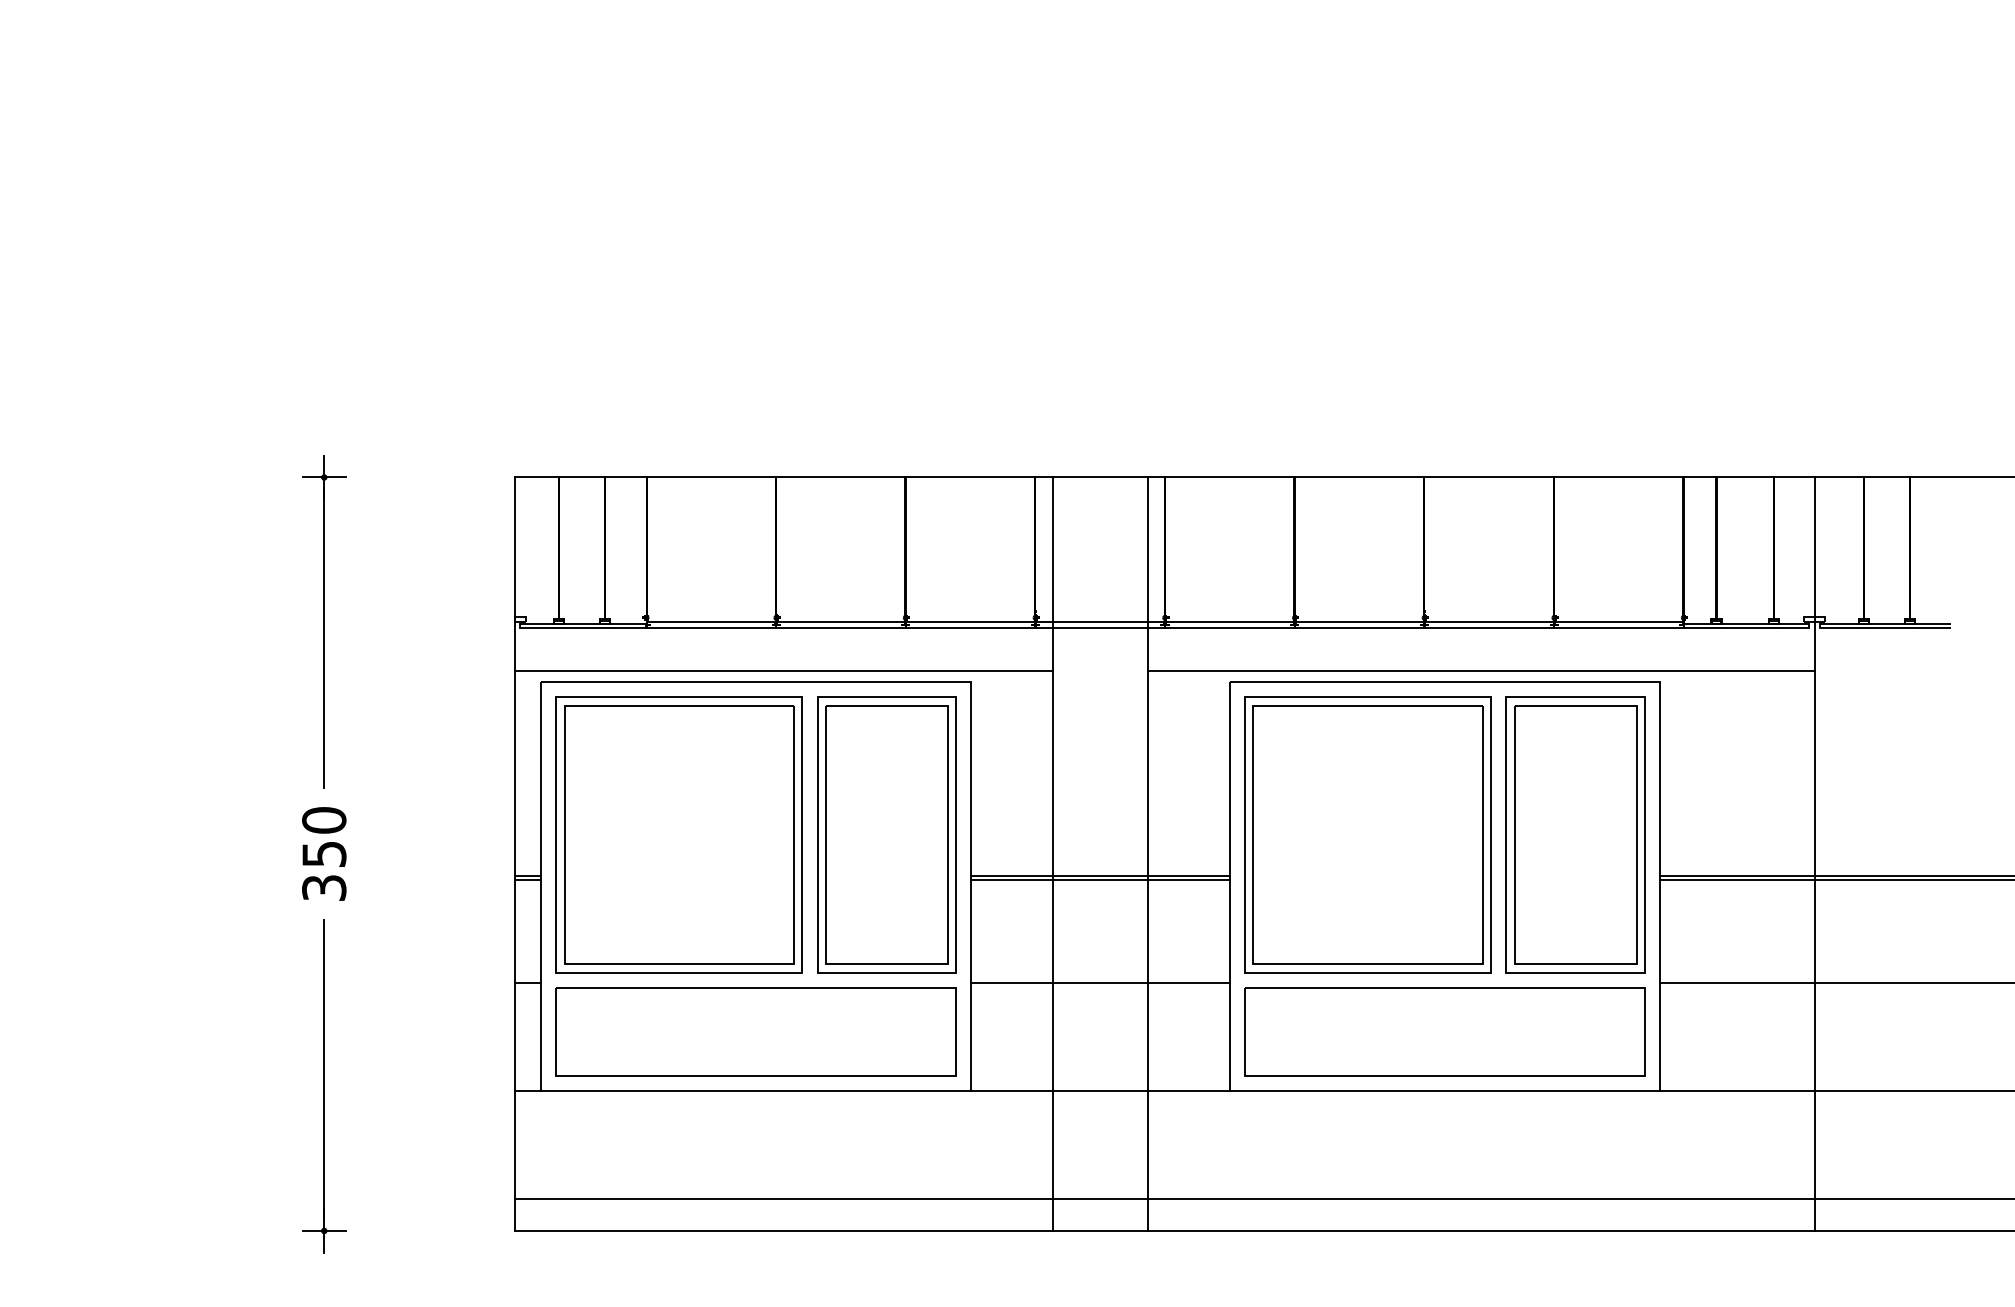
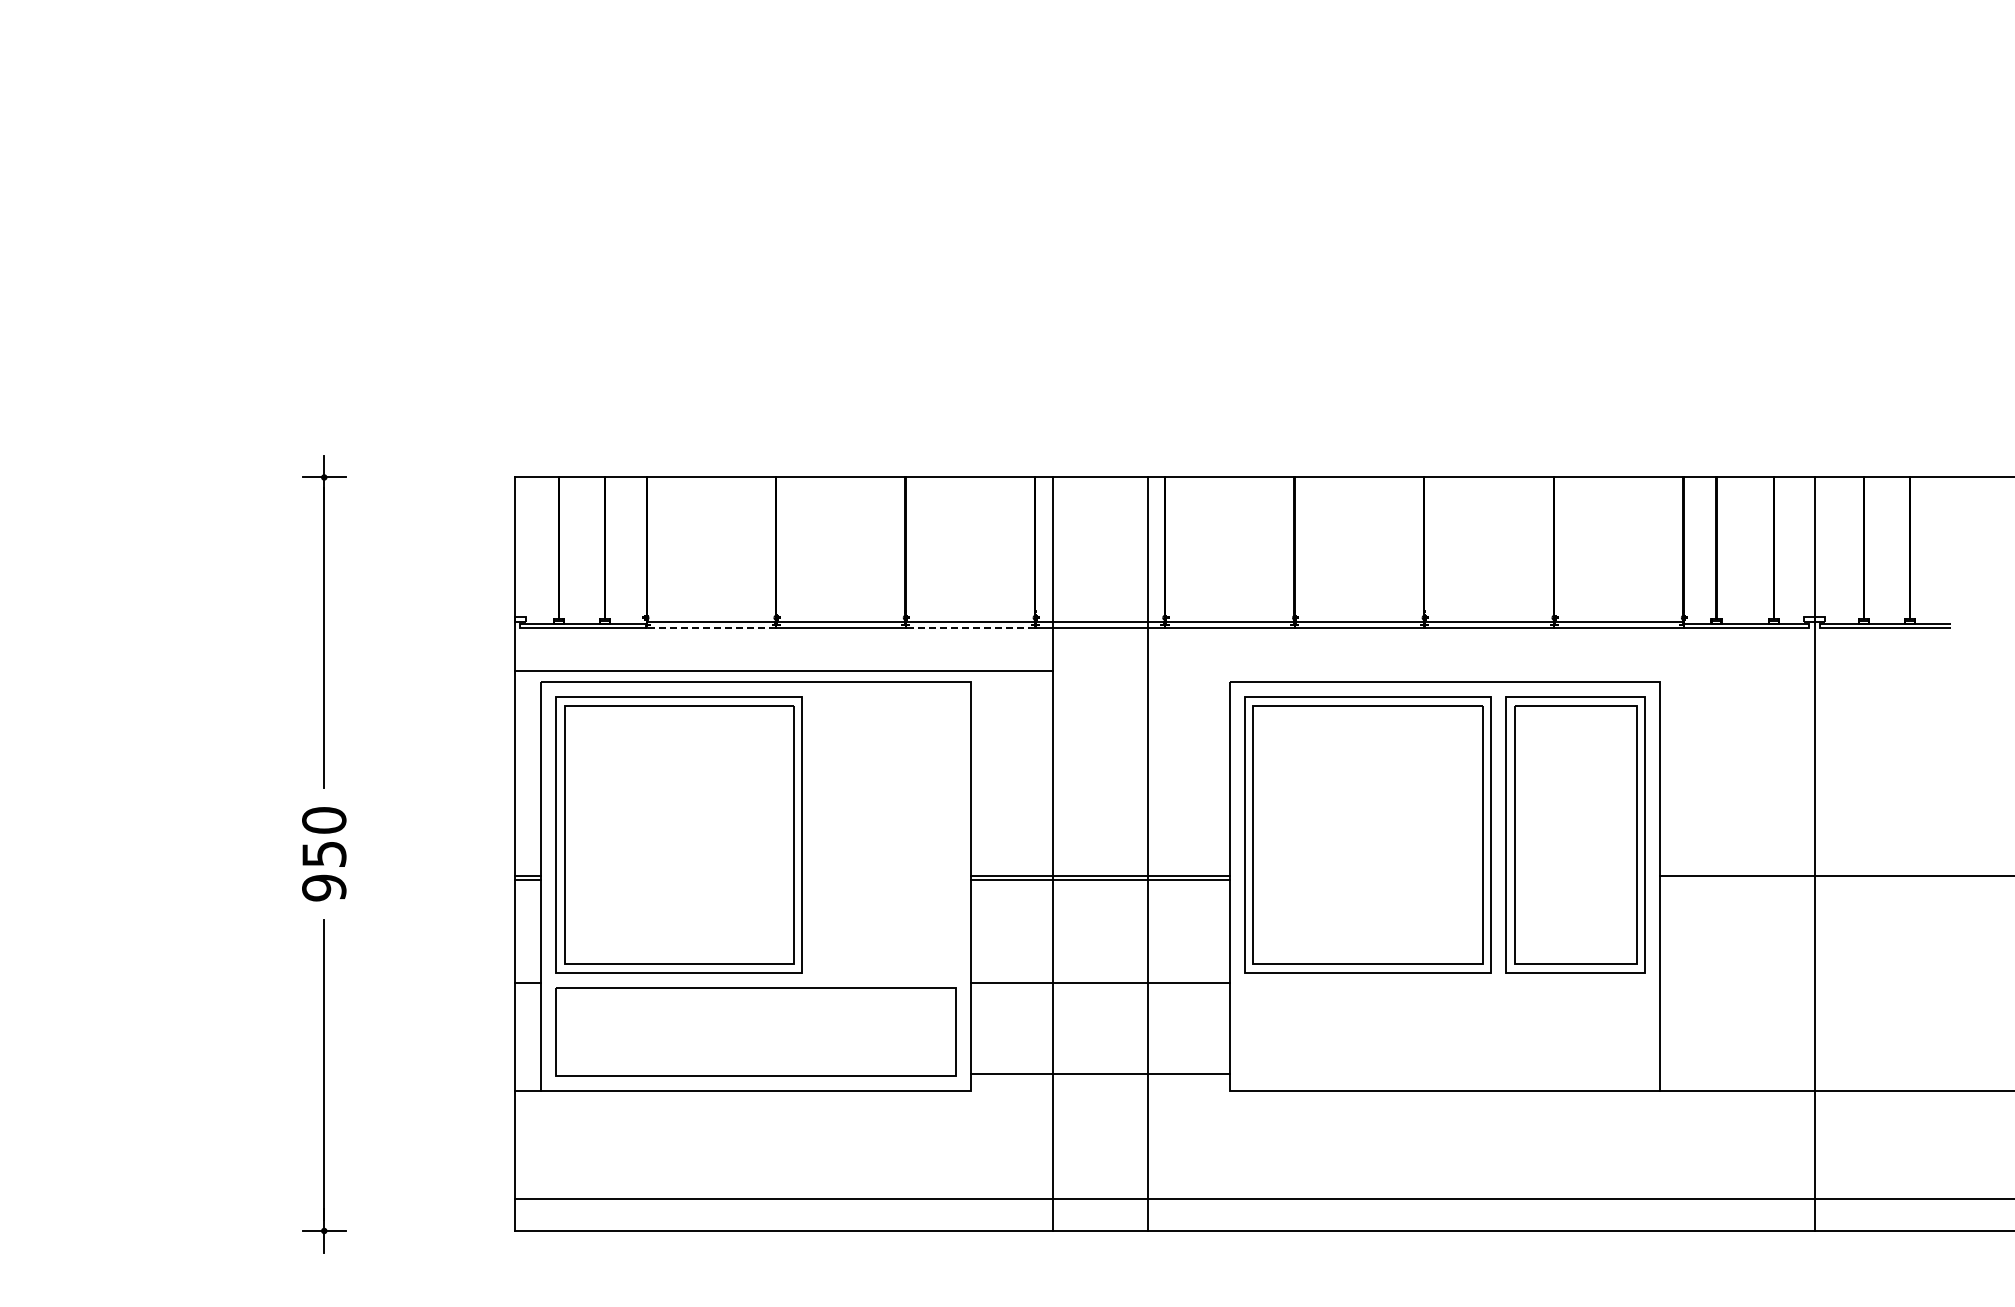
line at (711, 628): solid -> dashed
line at (970, 628): solid -> dashed
line at (1480, 671): present -> none
part at (886, 834): present -> none
line at (1835, 880): present -> none
text at (324, 887): 350 -> 950
line at (1835, 983): present -> none
part at (1444, 1031): present -> none
line at (1100, 1091) position: (1100, 1091) -> (1100, 1074)
